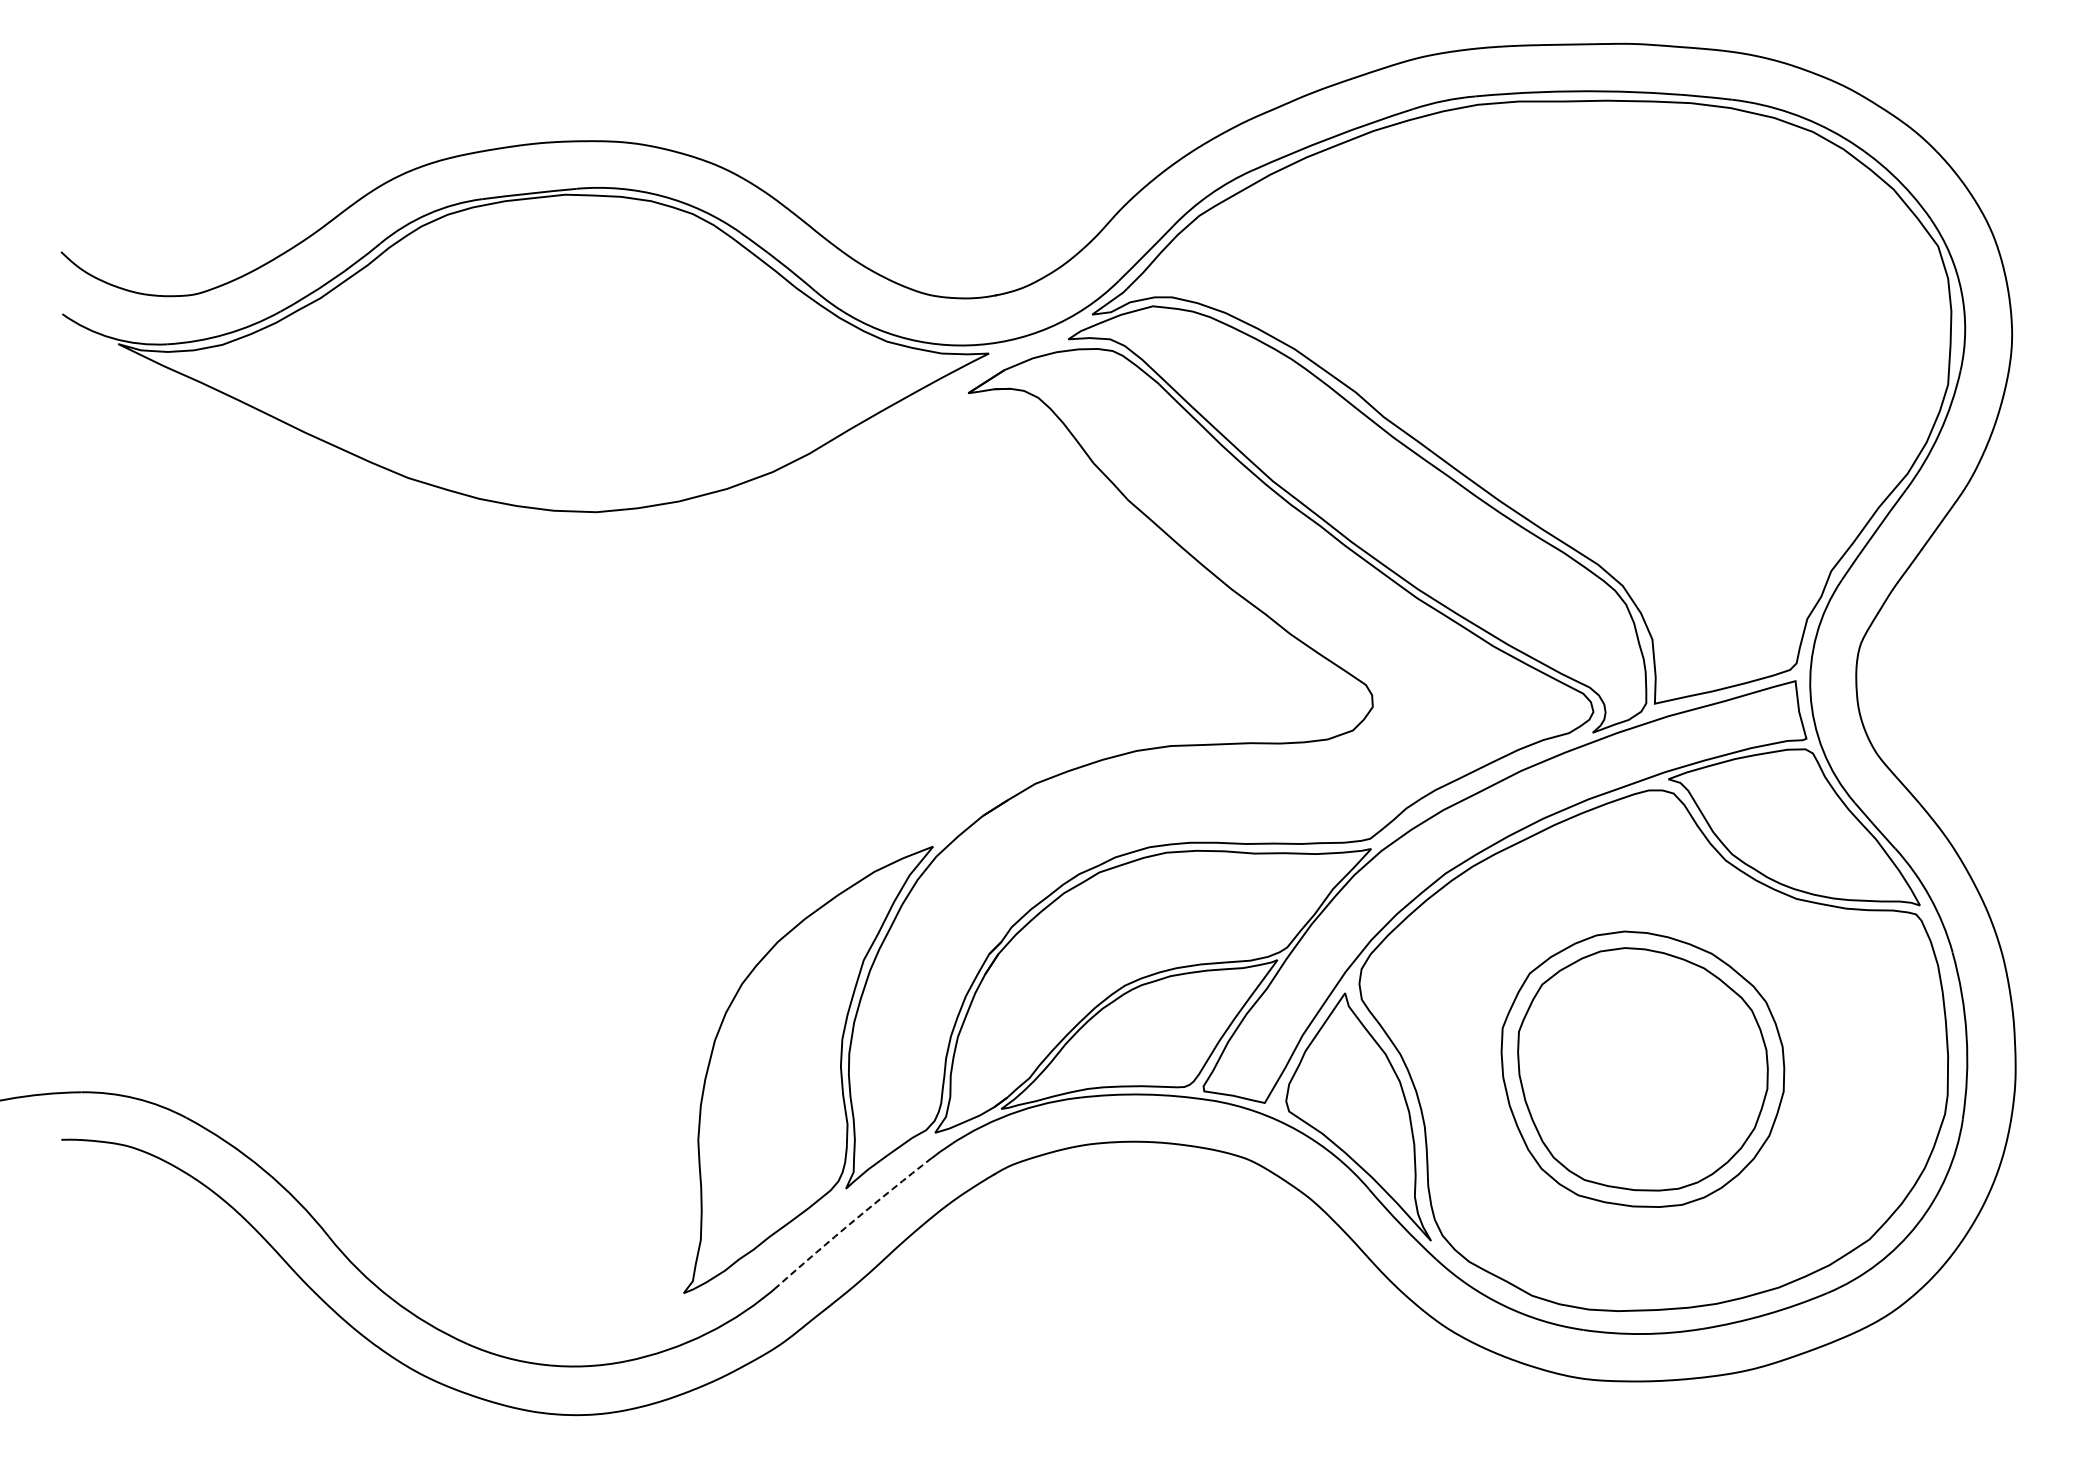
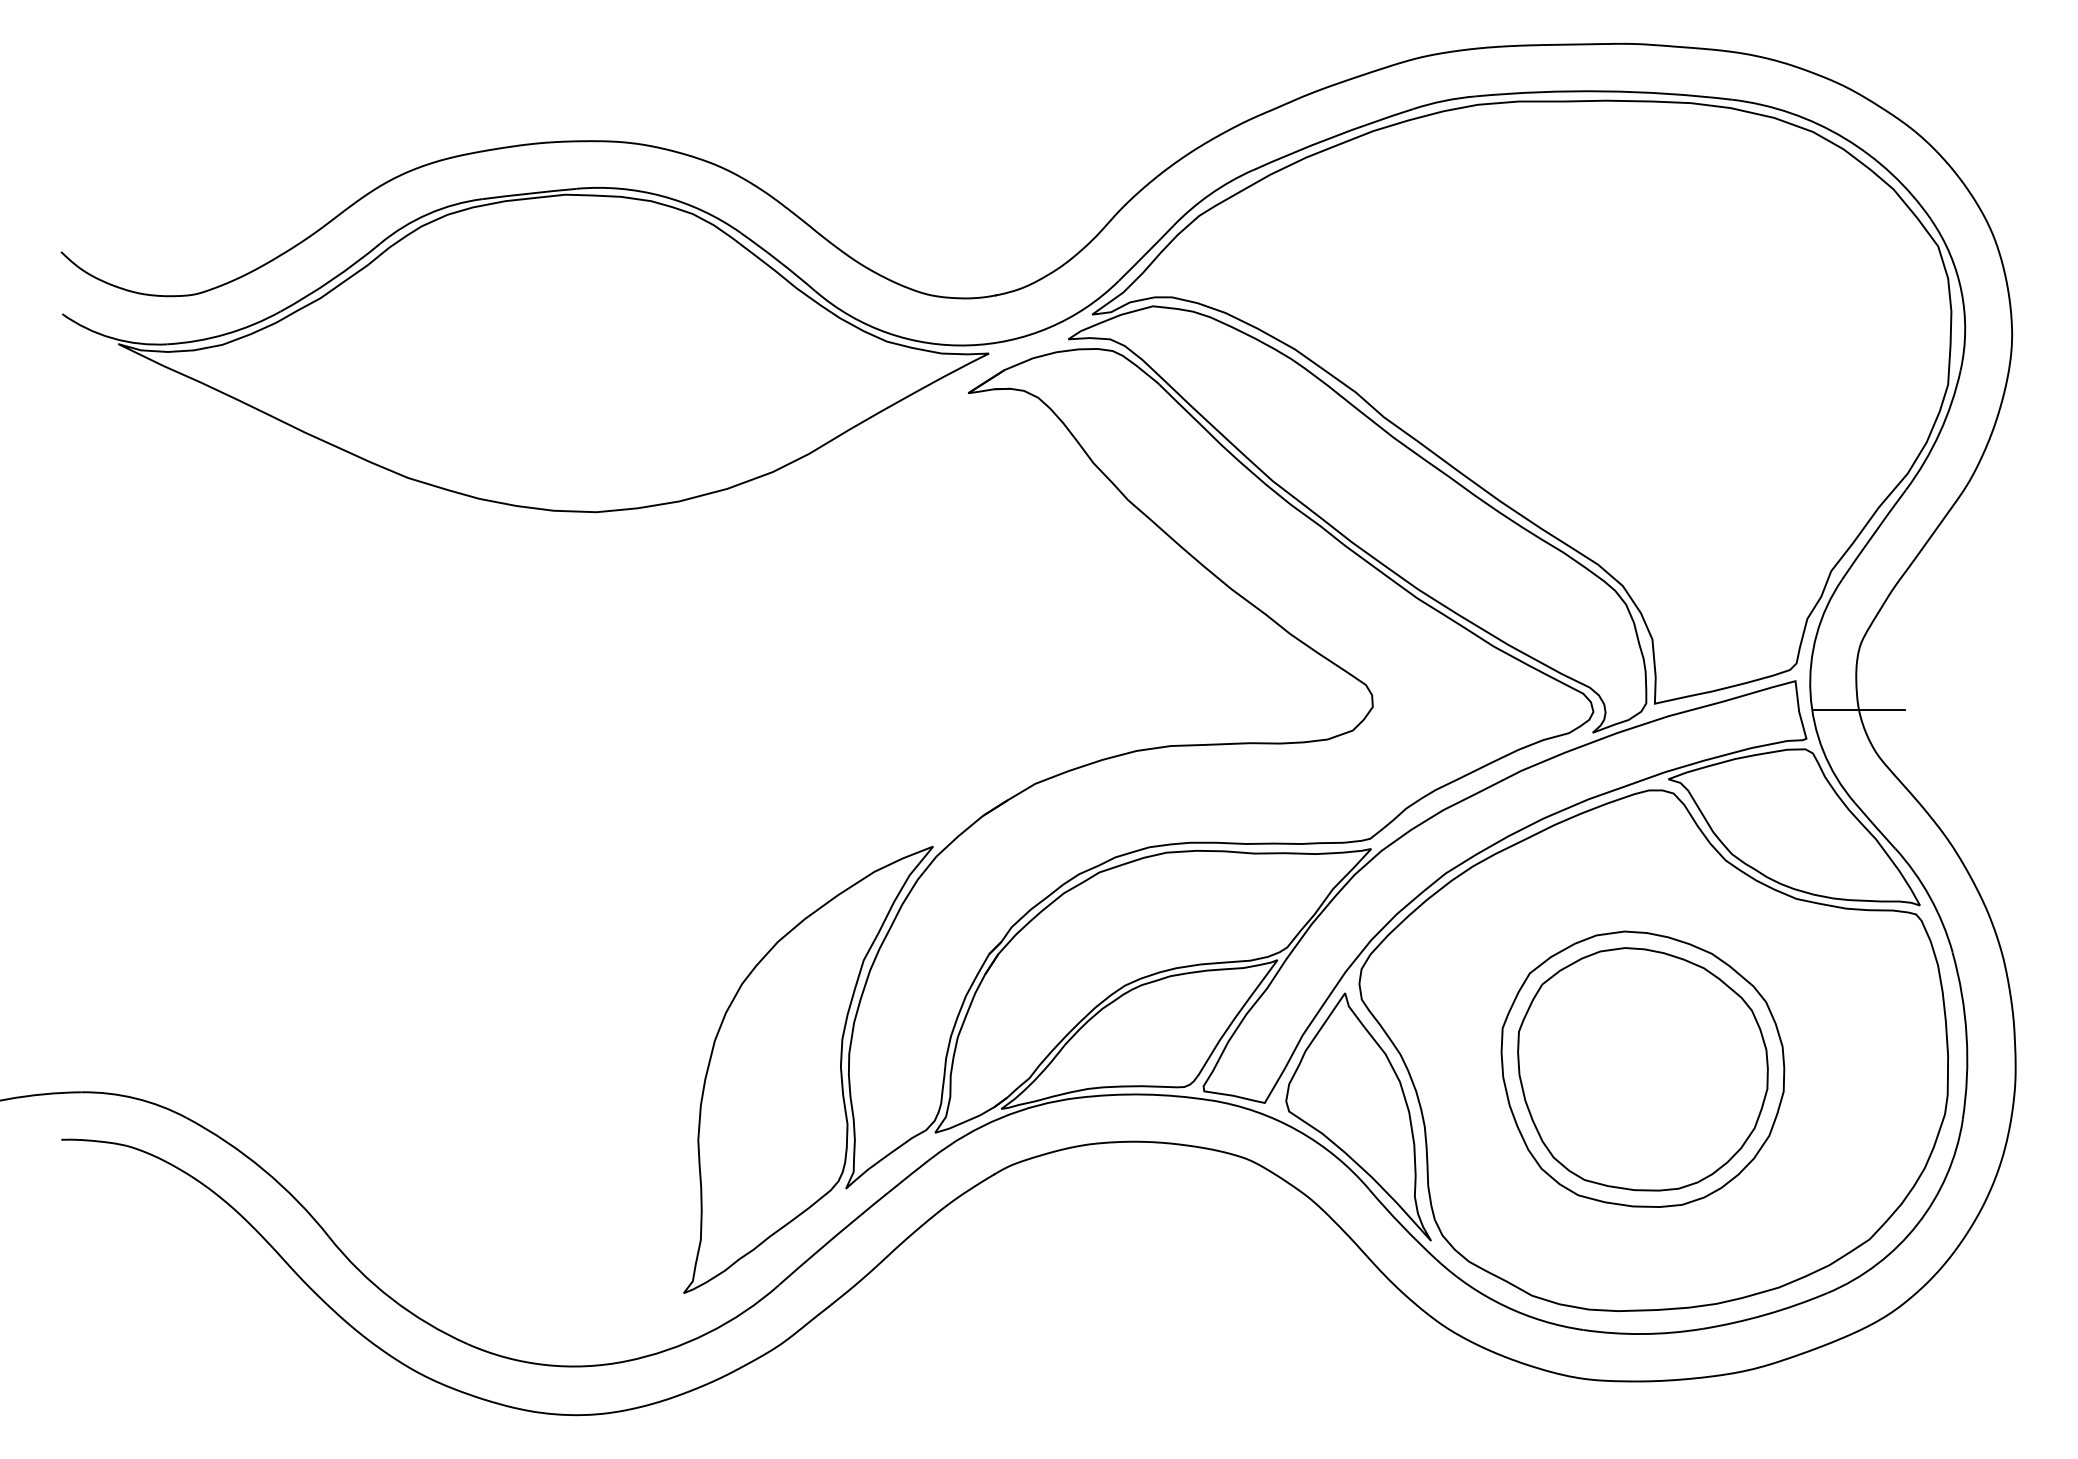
line at (1859, 710): none -> present
arc at (854, 1220): dashed -> solid
